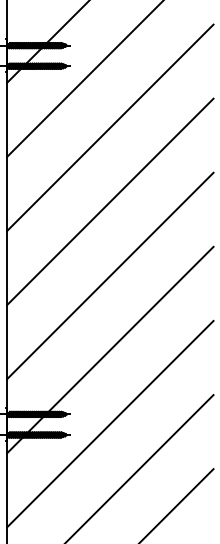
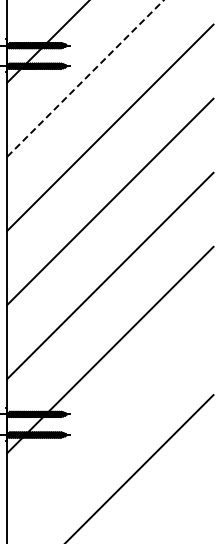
line at (85, 78): solid -> dashed
line at (110, 423): present -> none
line at (177, 504): present -> none
